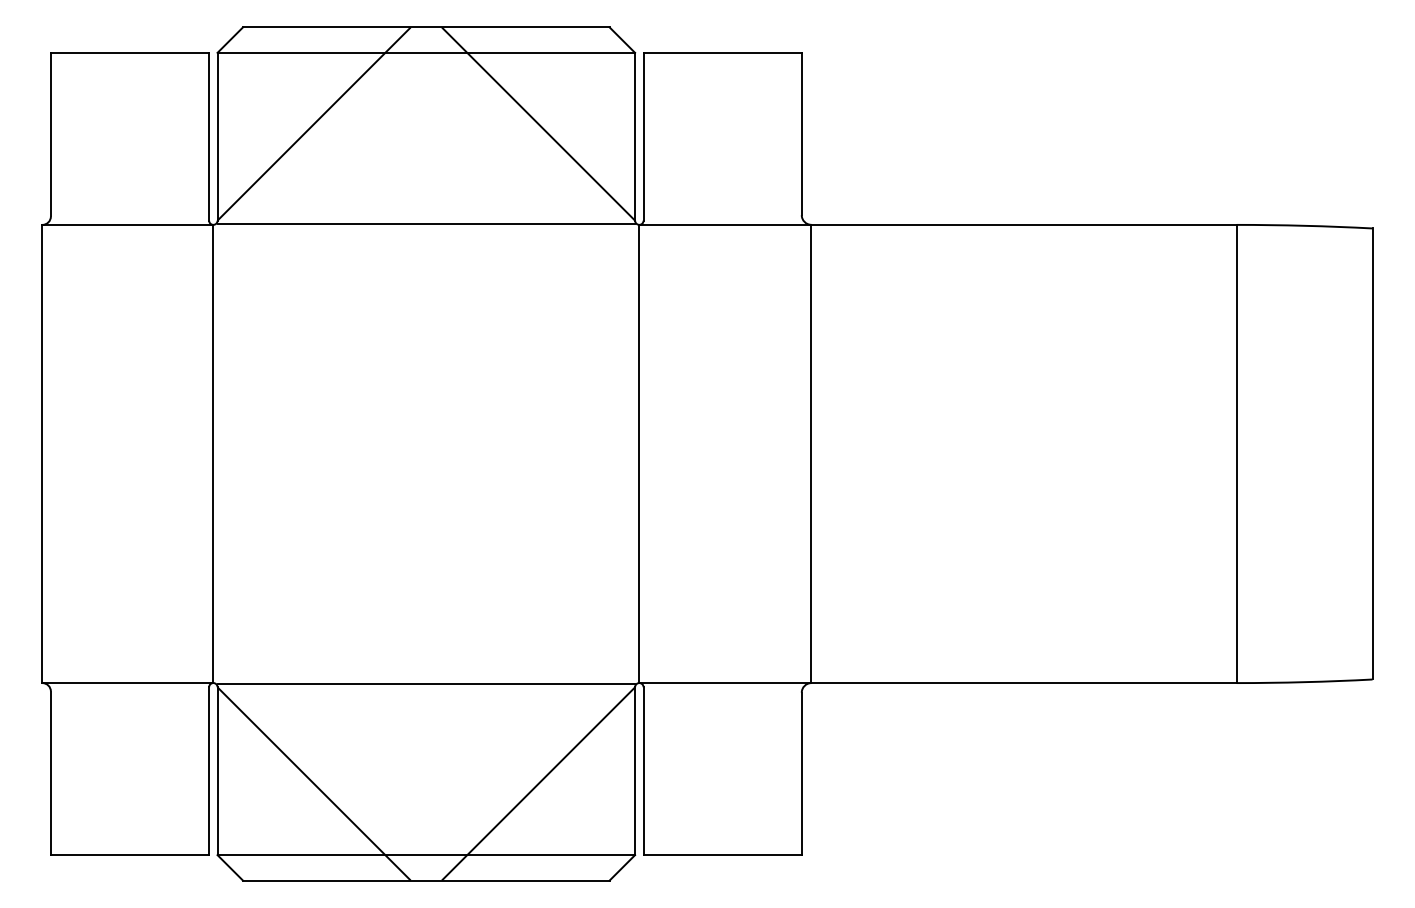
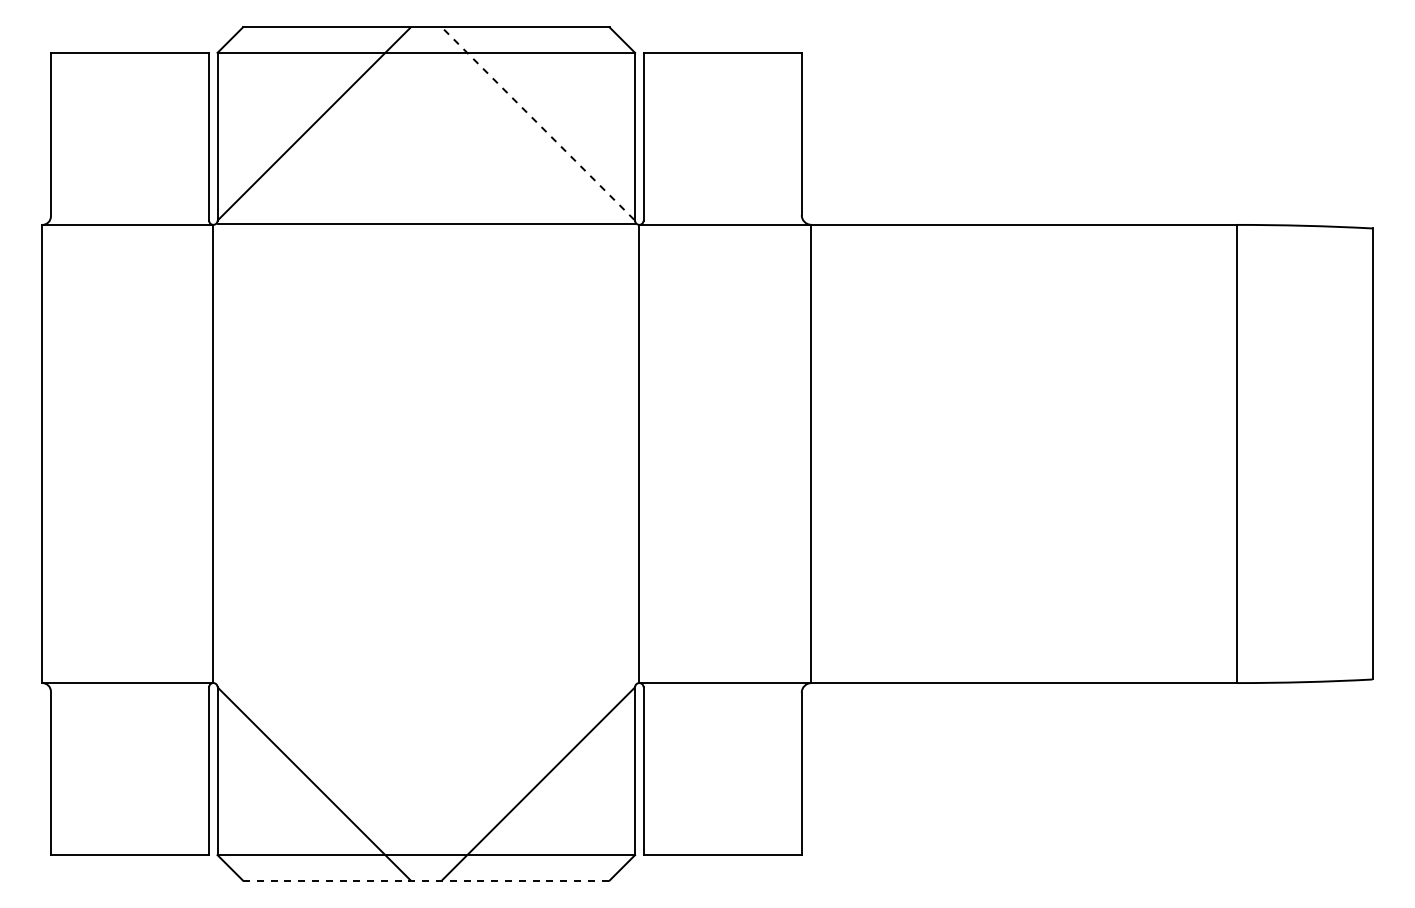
line at (538, 123): solid -> dashed
line at (426, 684): present -> none
line at (426, 880): solid -> dashed
